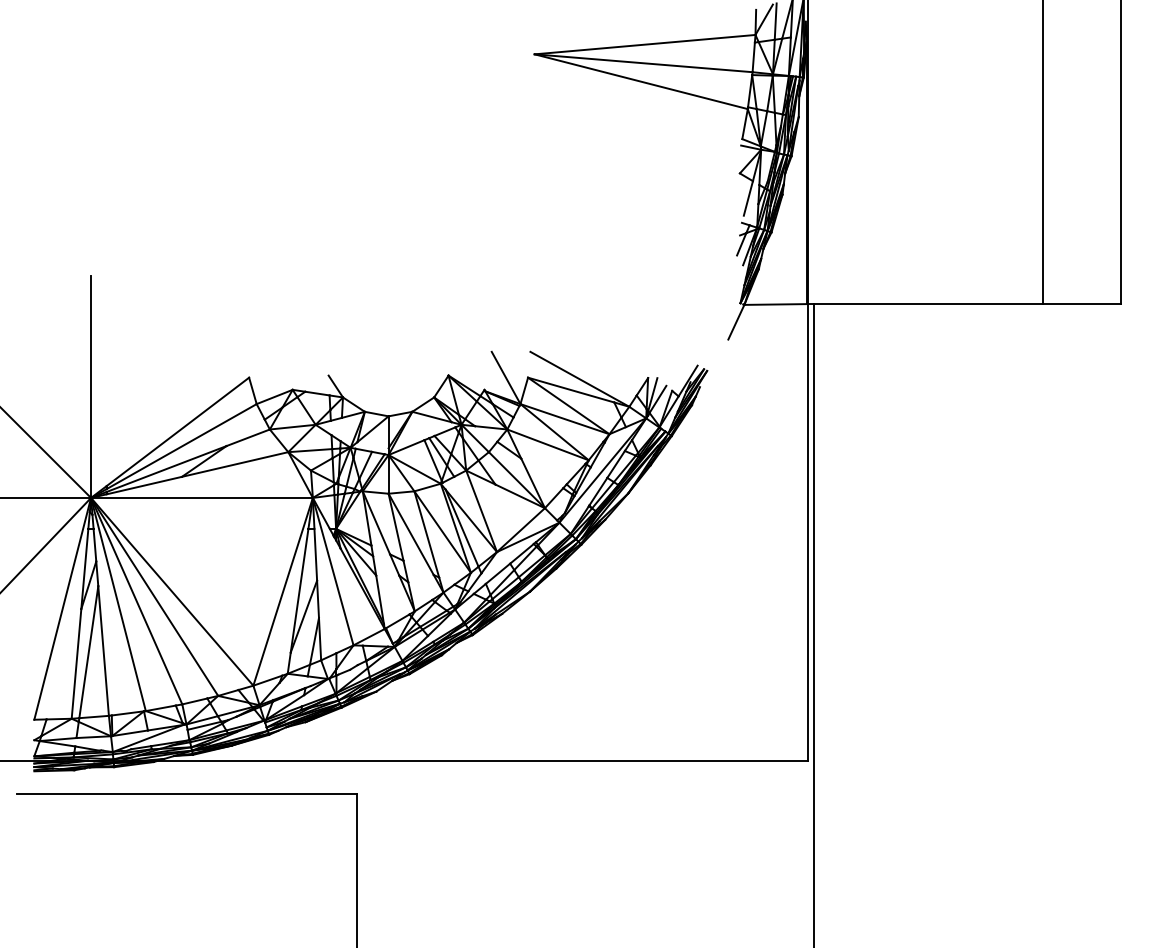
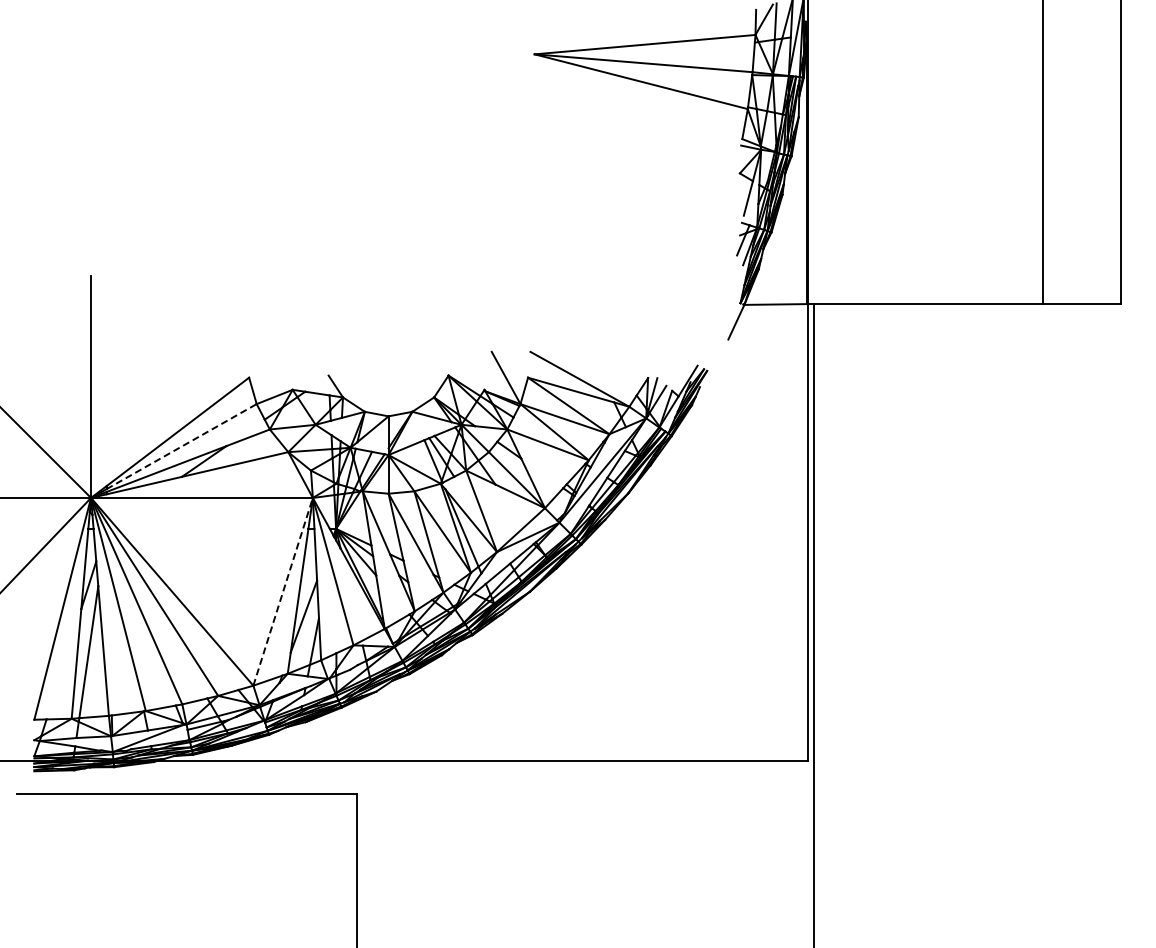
line at (182, 446): solid -> dashed
line at (283, 591): solid -> dashed
